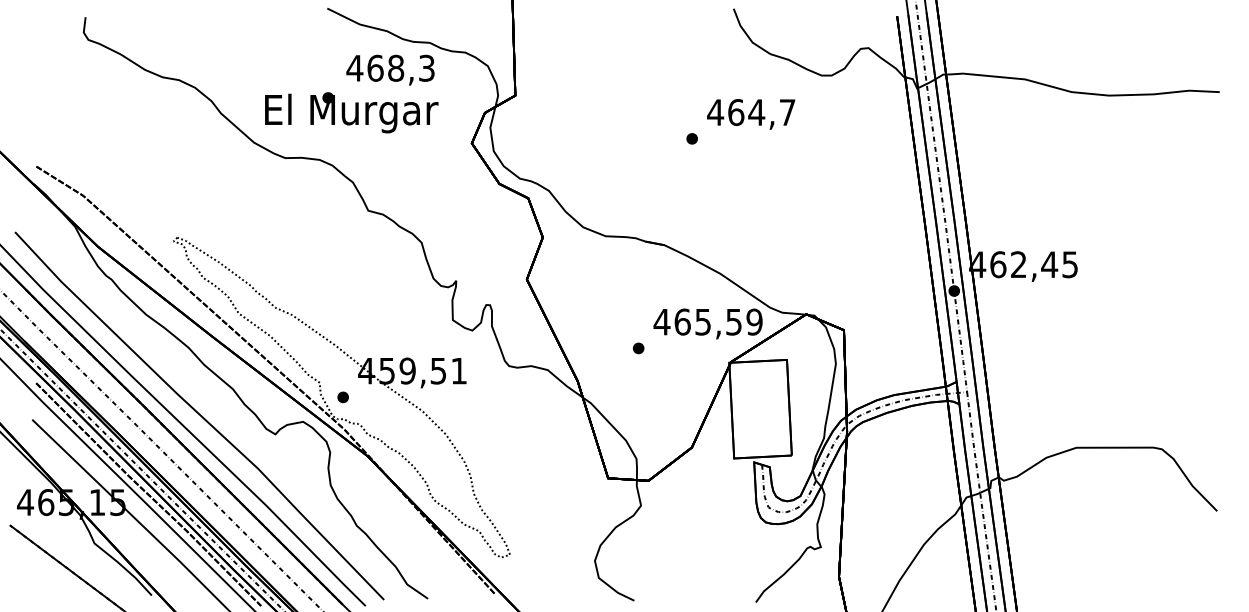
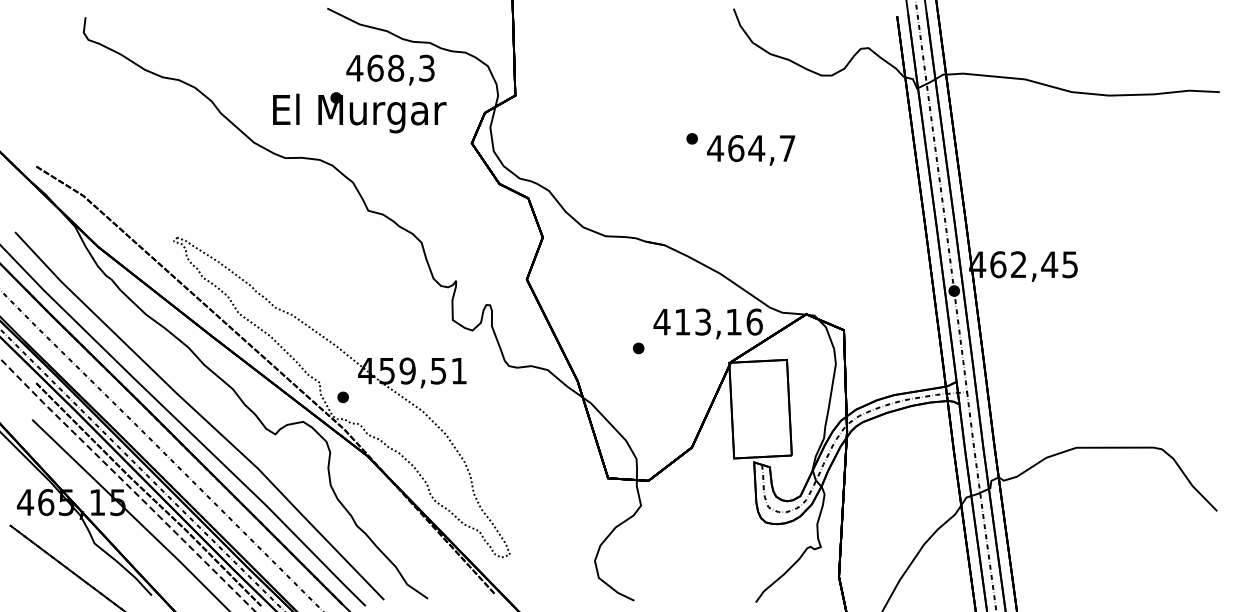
text at (351, 112) position: (351, 112) -> (359, 112)
text at (751, 114) position: (751, 114) -> (751, 150)
text at (718, 321): 465,59 -> 413,16
line at (128, 485): solid -> dashed
